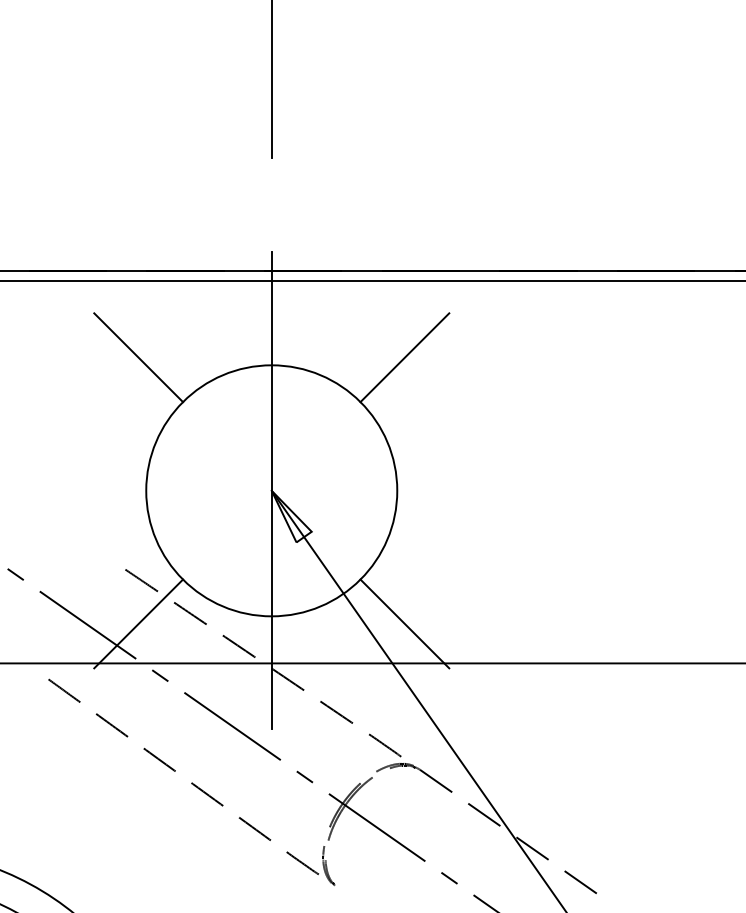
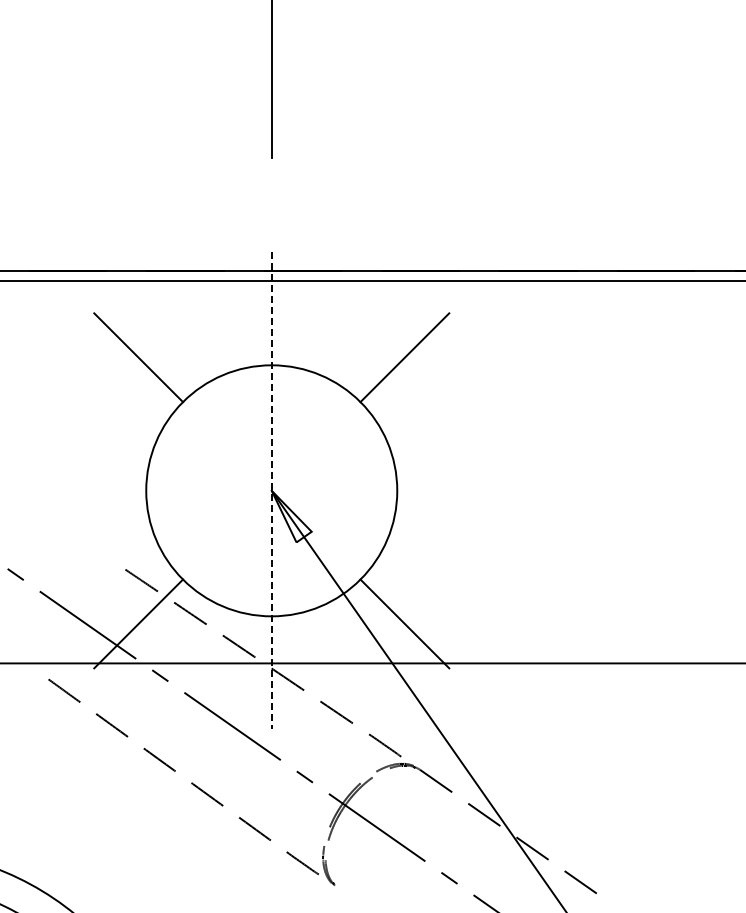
line at (271, 490): solid -> dashed
